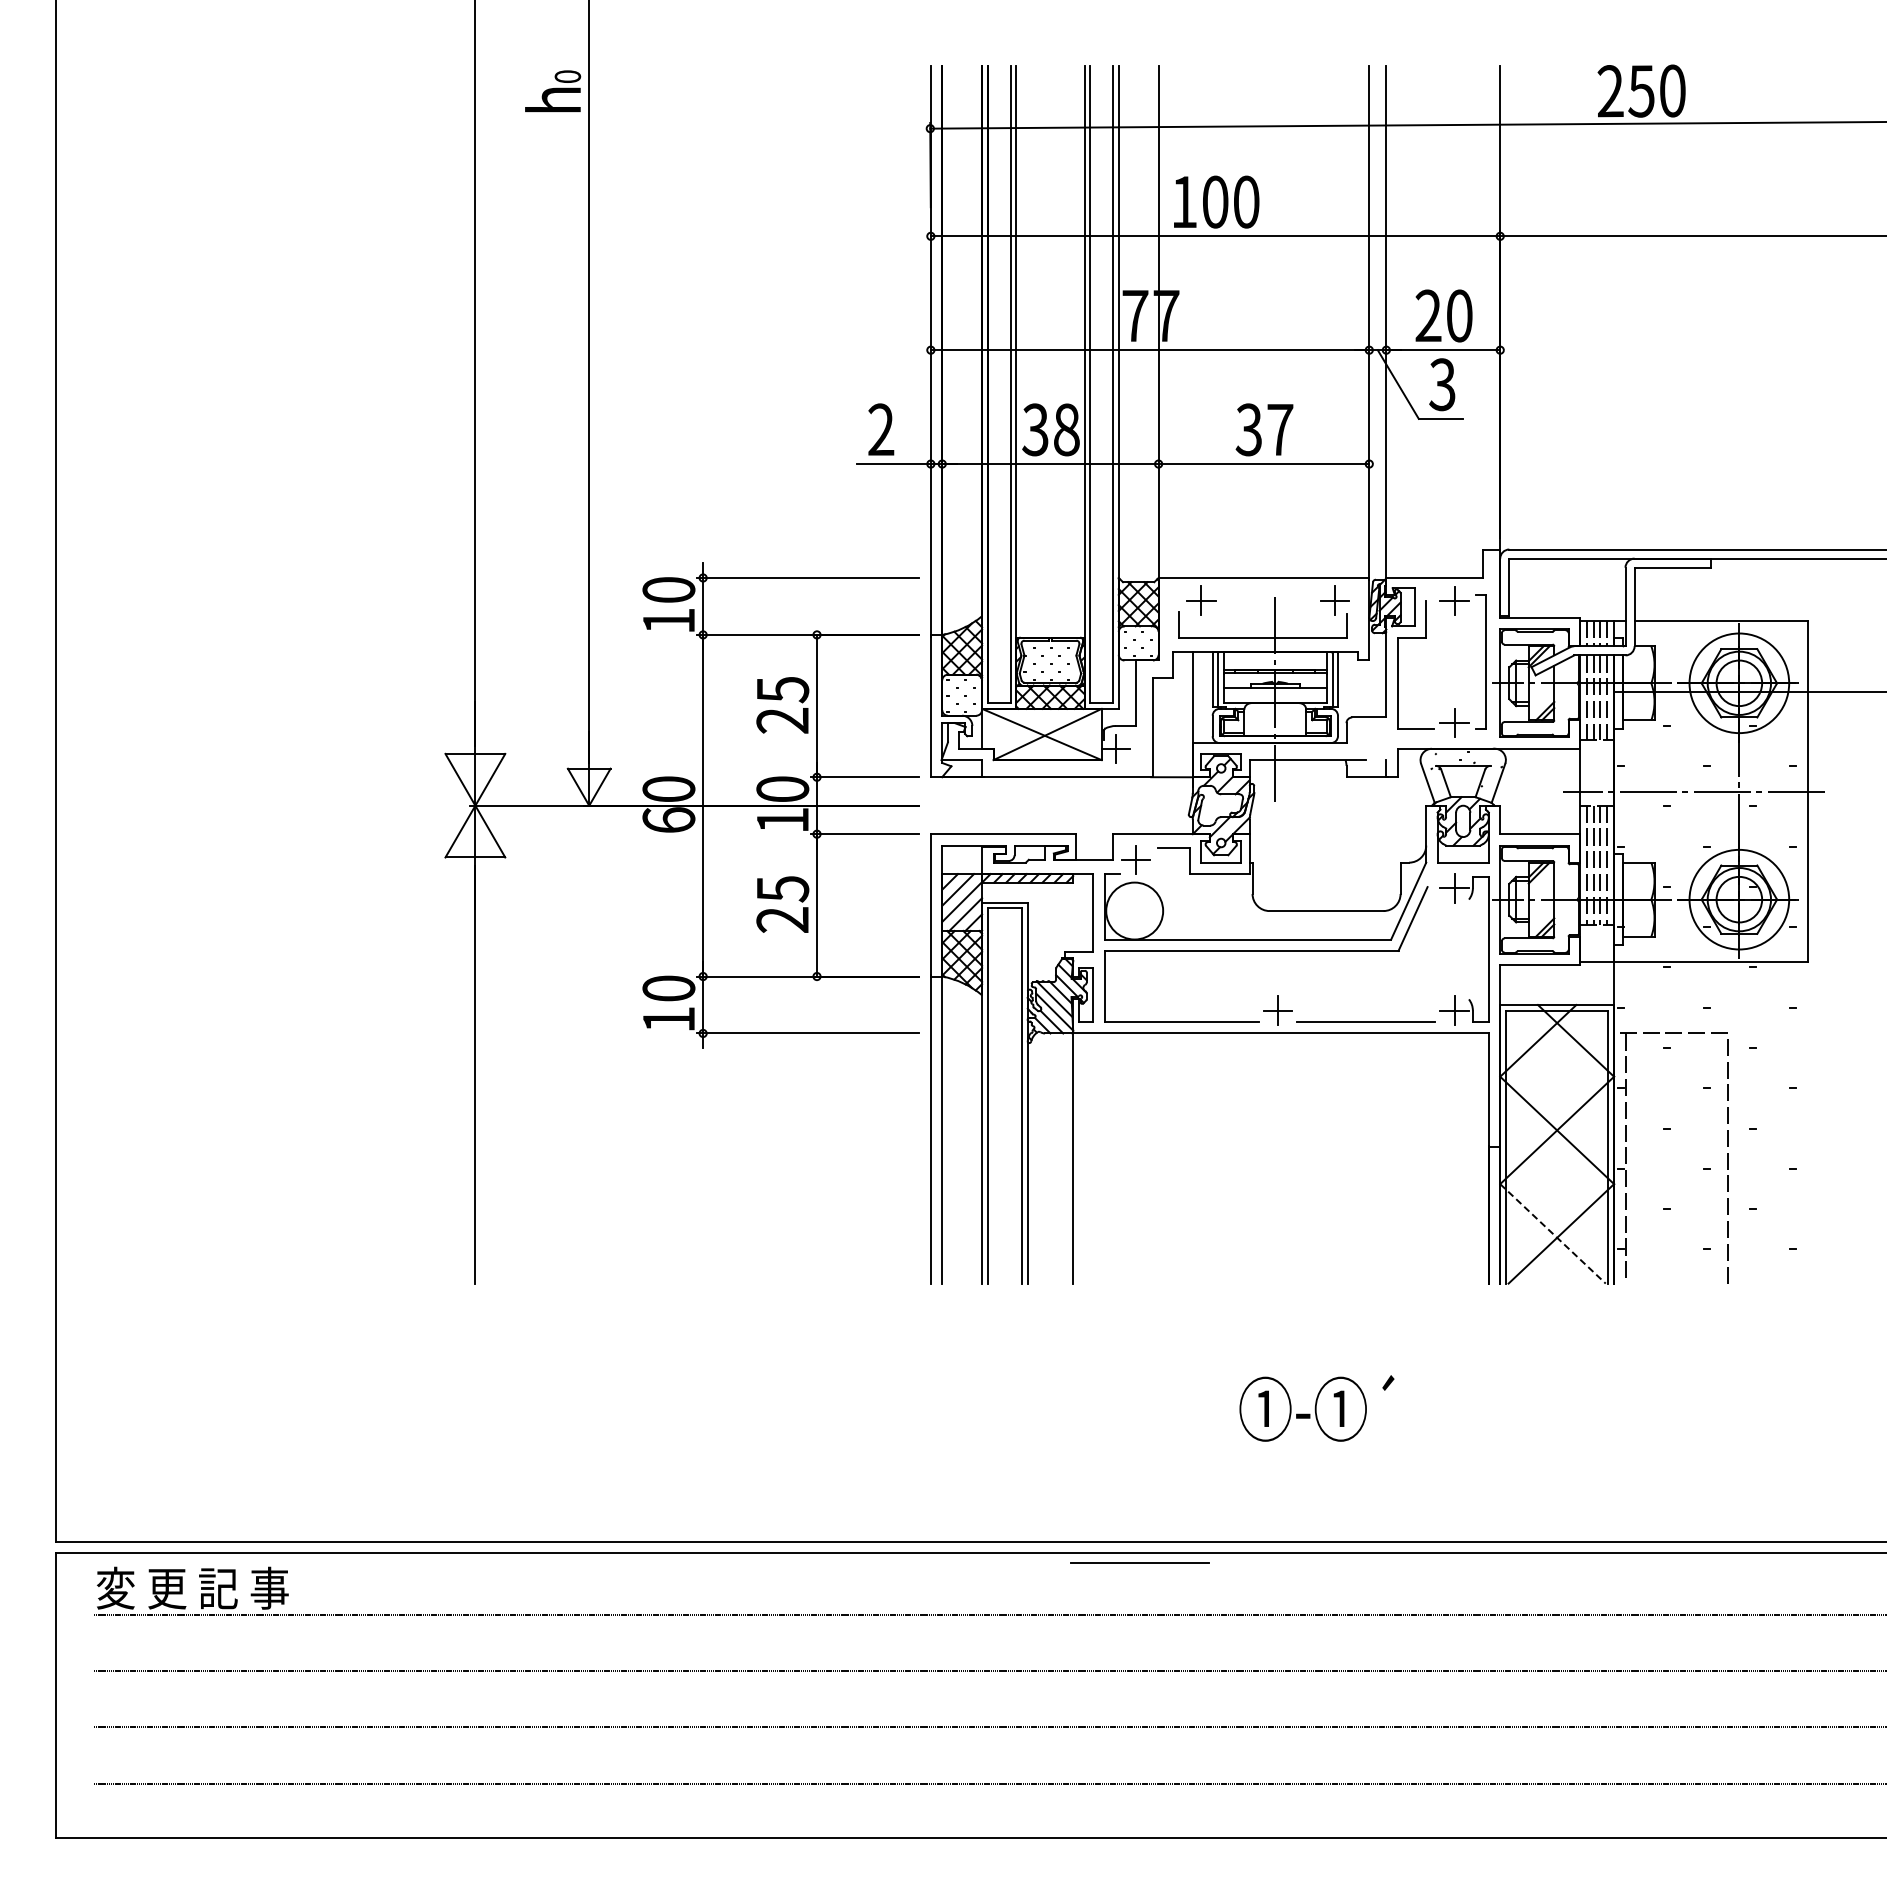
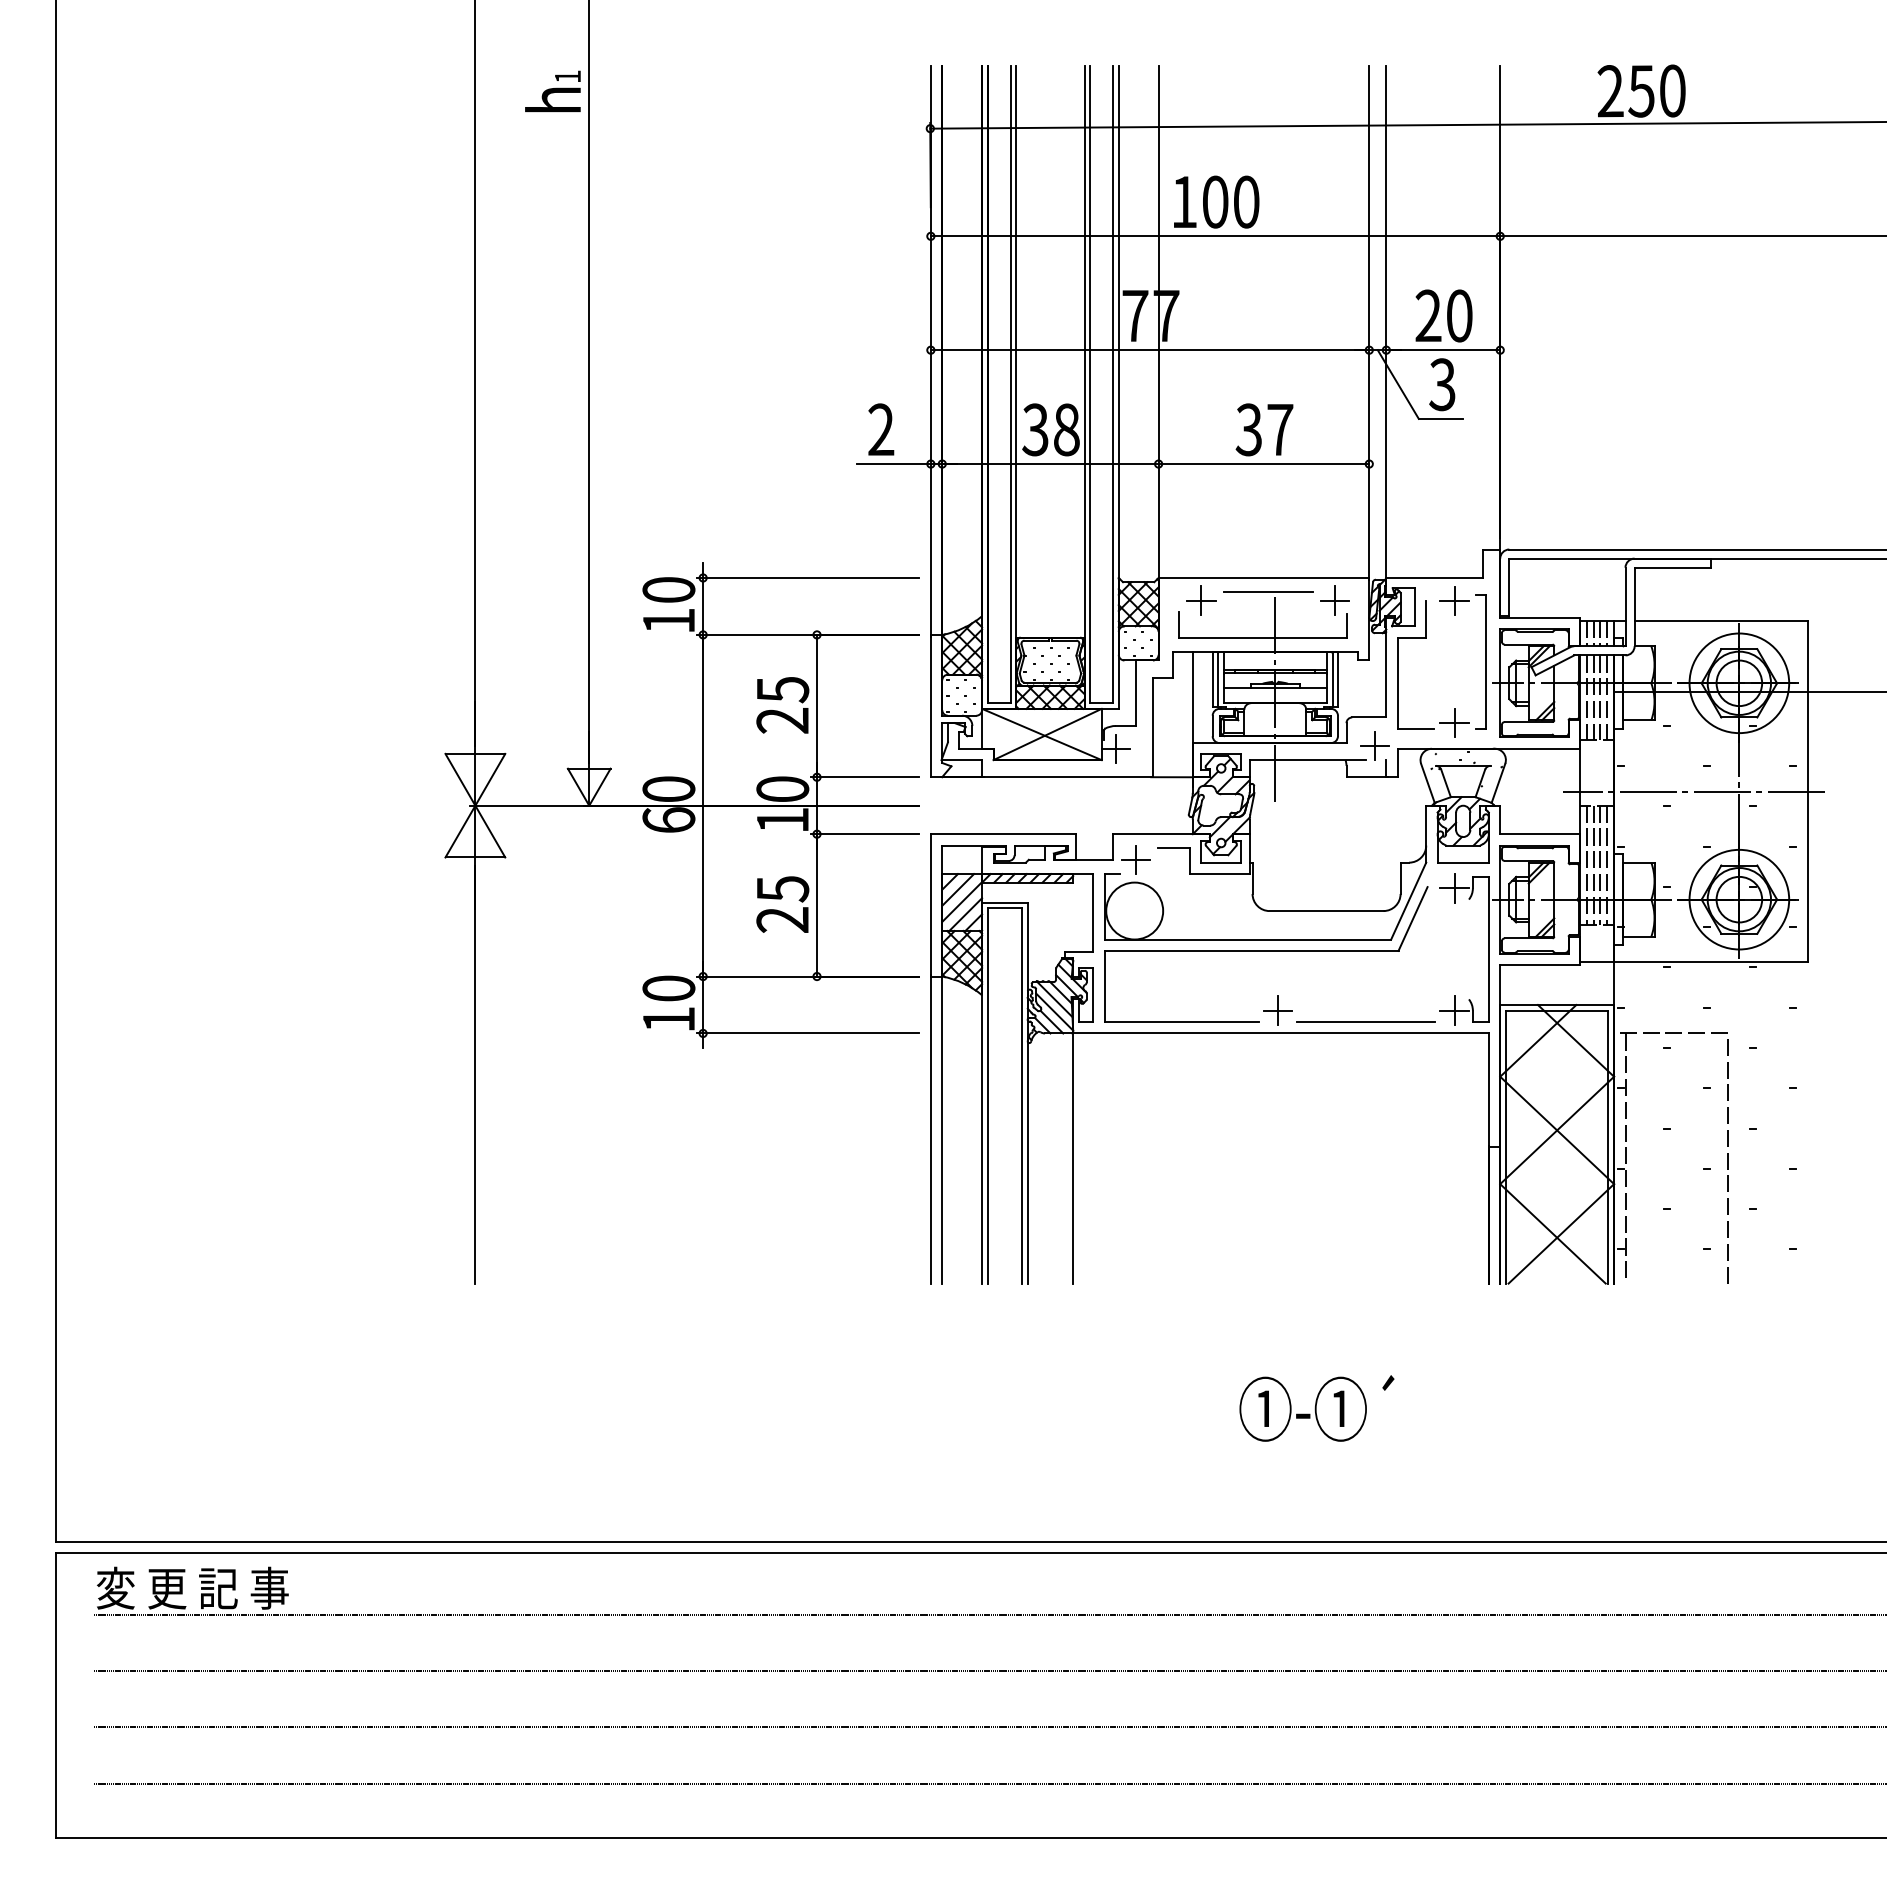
text at (567, 76): 0 -> 1
line at (1267, 592): none -> present
part at (1374, 745): none -> present
line at (1553, 1234): dashed -> solid
line at (1139, 1562): present -> none
